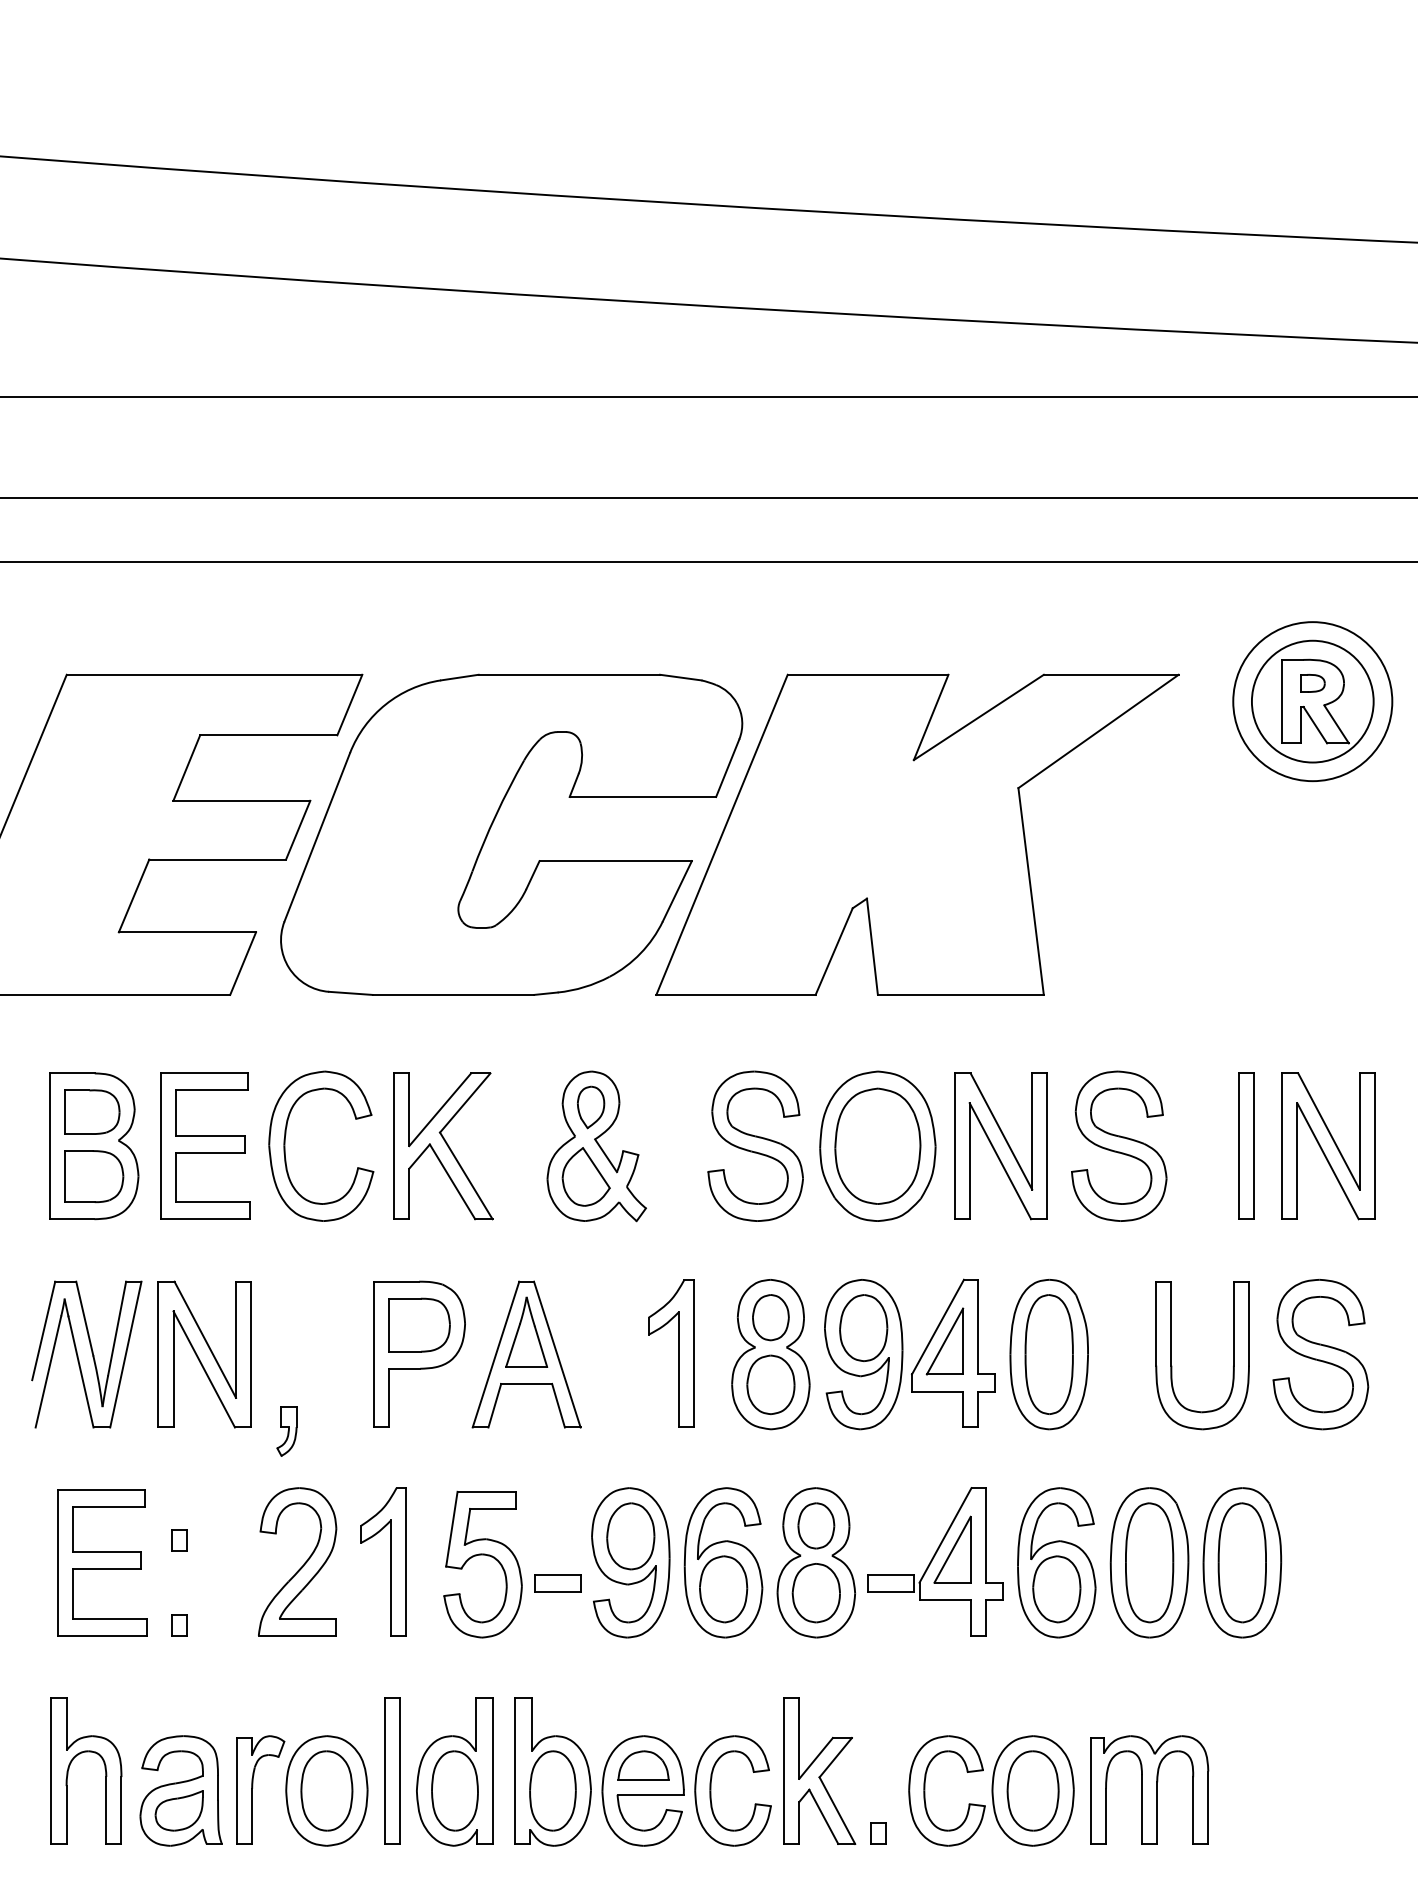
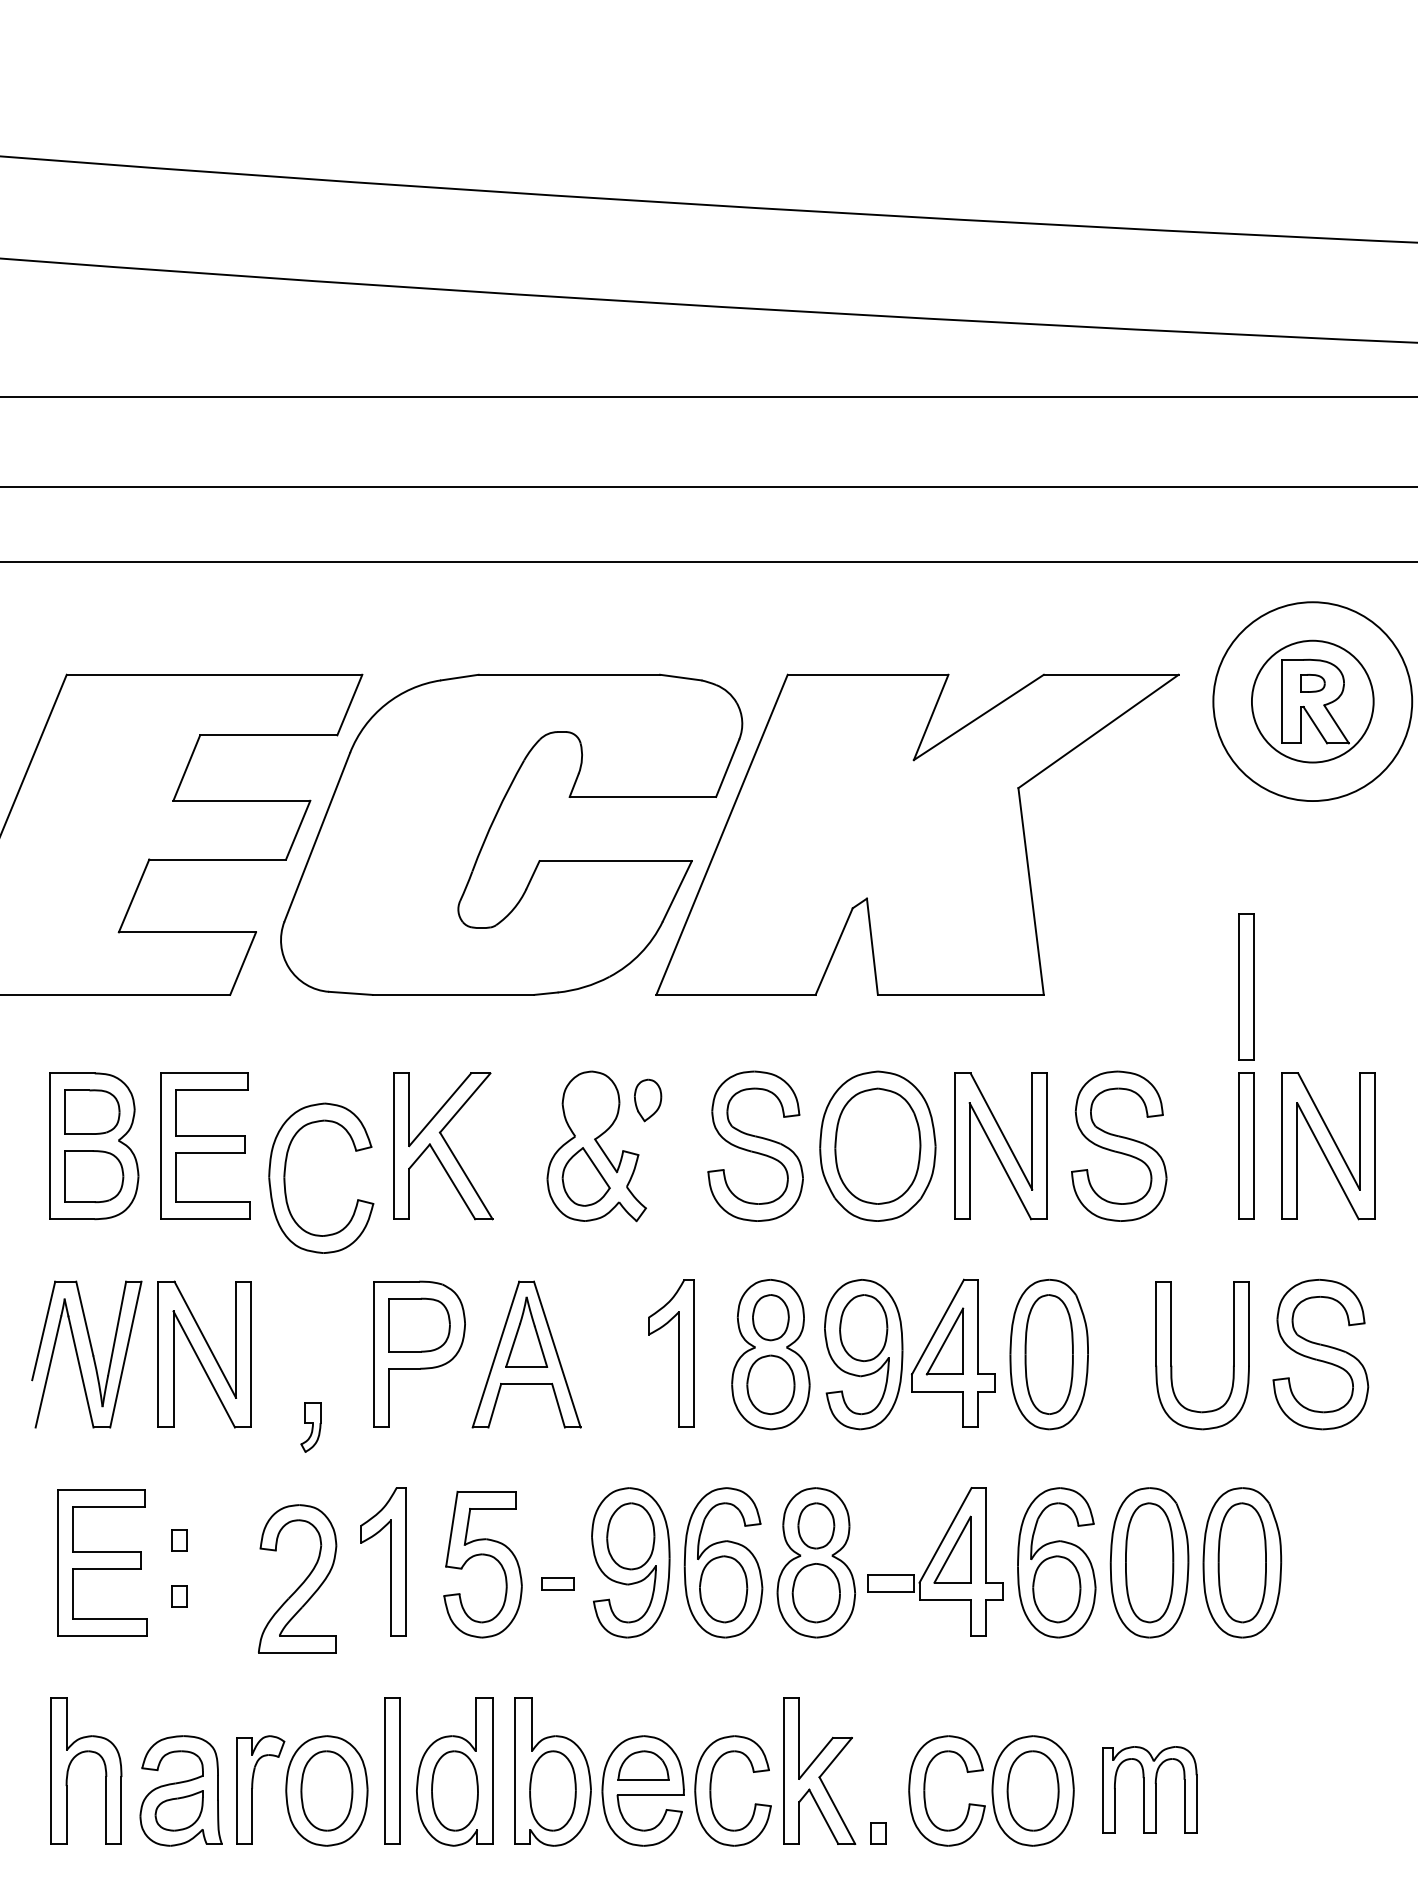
line at (708, 498) position: (708, 498) -> (708, 487)
circle at (1312, 701) diameter: 159 px -> 199 px
part at (1246, 986): none -> present
part at (591, 1107) position: (591, 1107) -> (648, 1100)
part at (285, 1145) position: (285, 1145) -> (285, 1177)
part at (286, 1431) position: (286, 1431) -> (310, 1427)
part at (302, 1565) position: (302, 1565) -> (302, 1582)
part at (557, 1583) size: 48x19 px -> 34x14 px
part at (179, 1625) position: (179, 1625) -> (179, 1596)
part at (1149, 1789) size: 120x110 px -> 96x88 px
